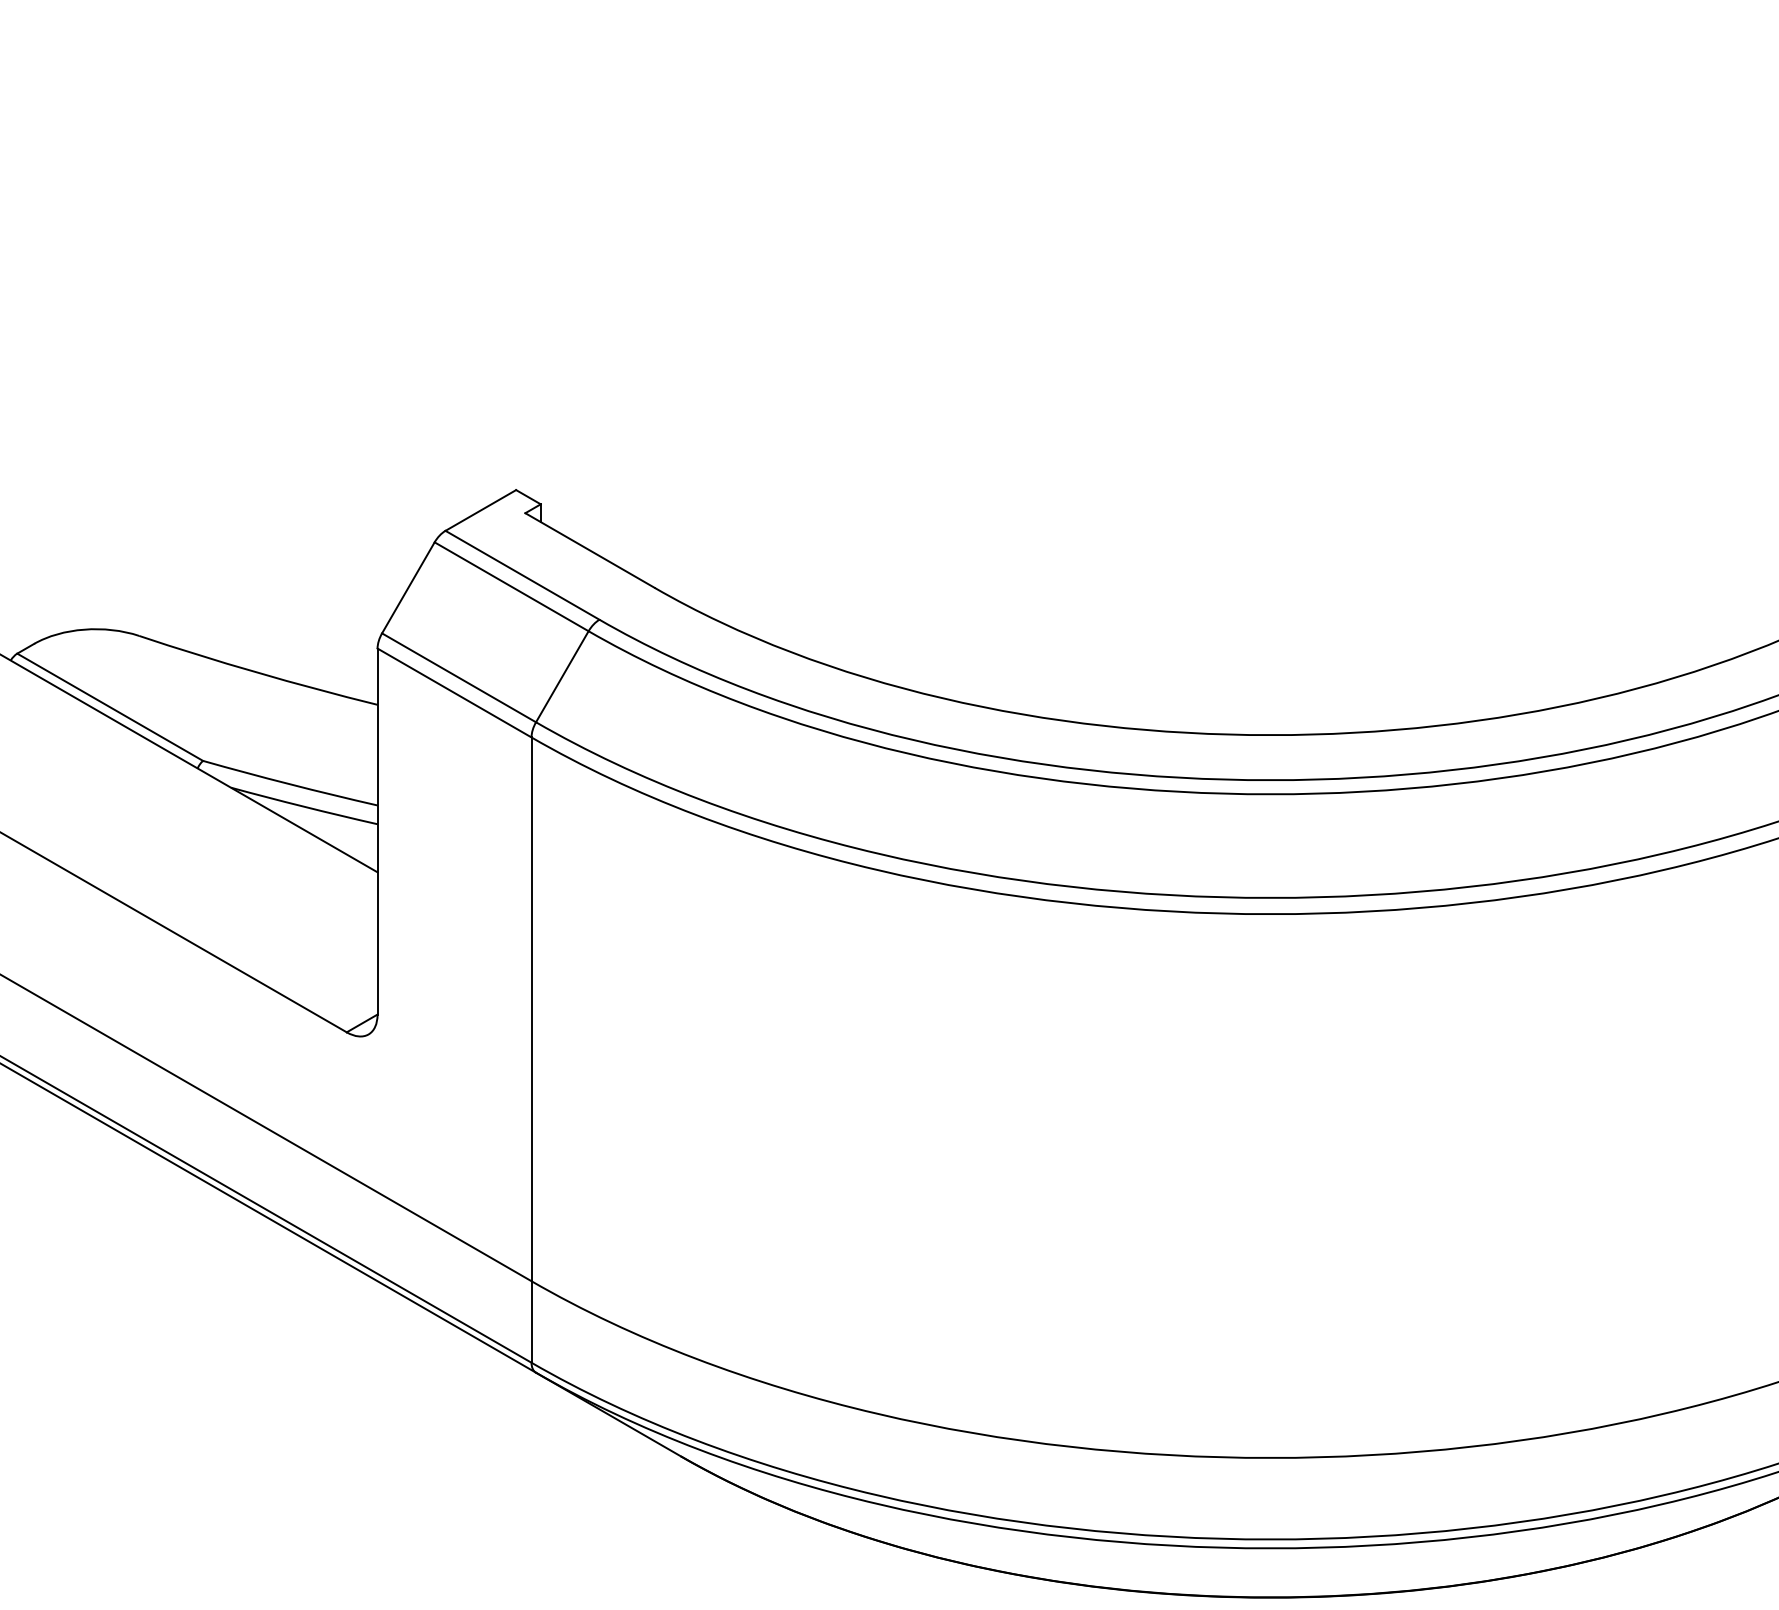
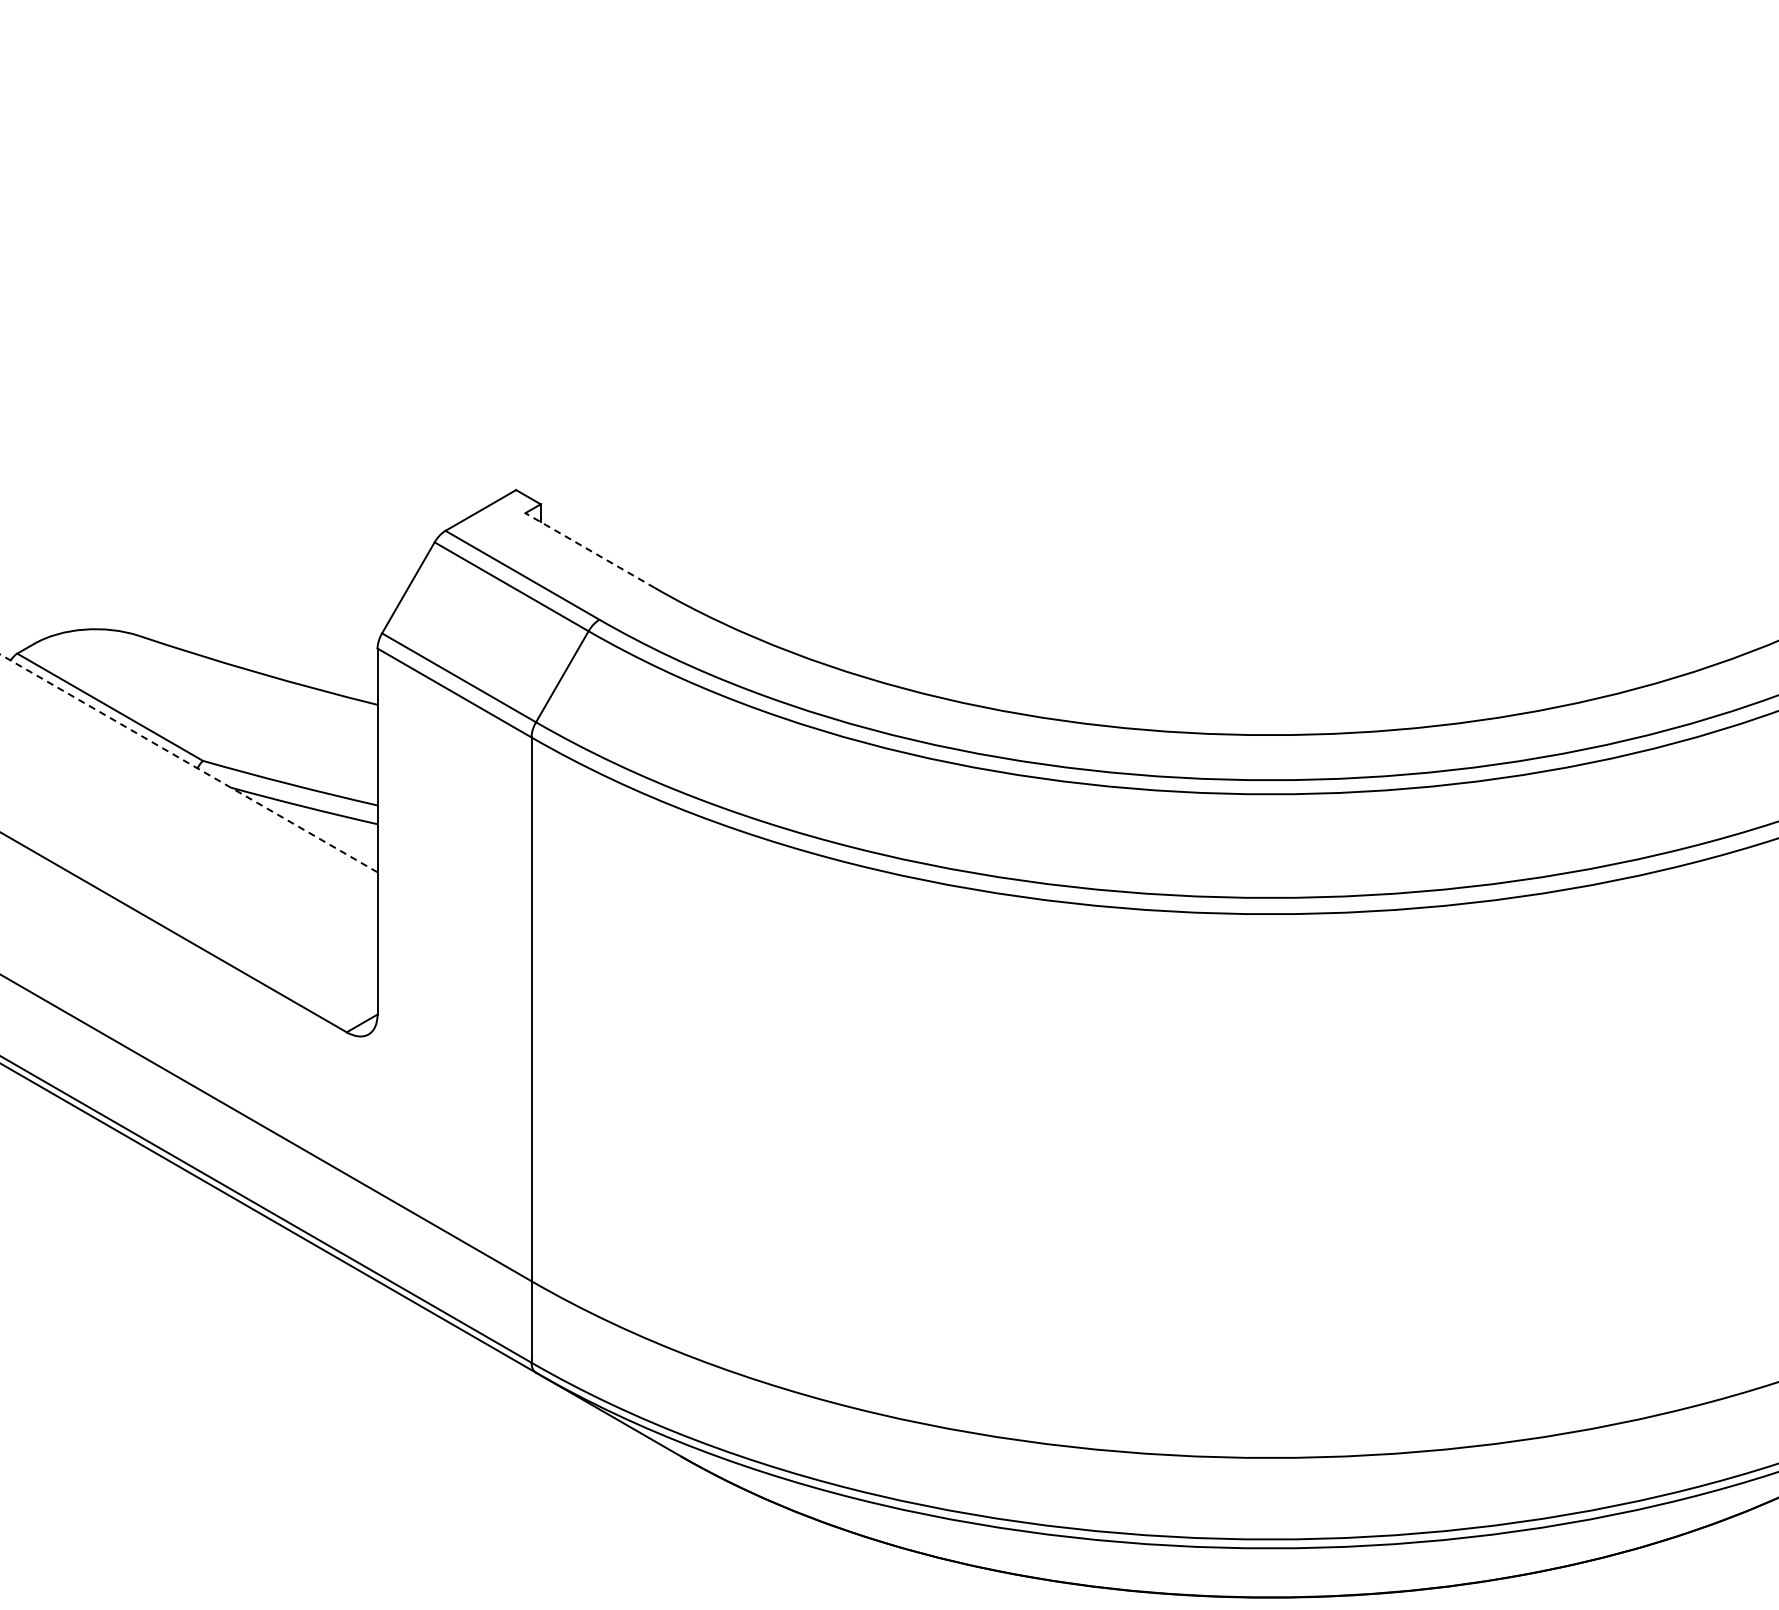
line at (590, 550): solid -> dashed
line at (189, 763): solid -> dashed
